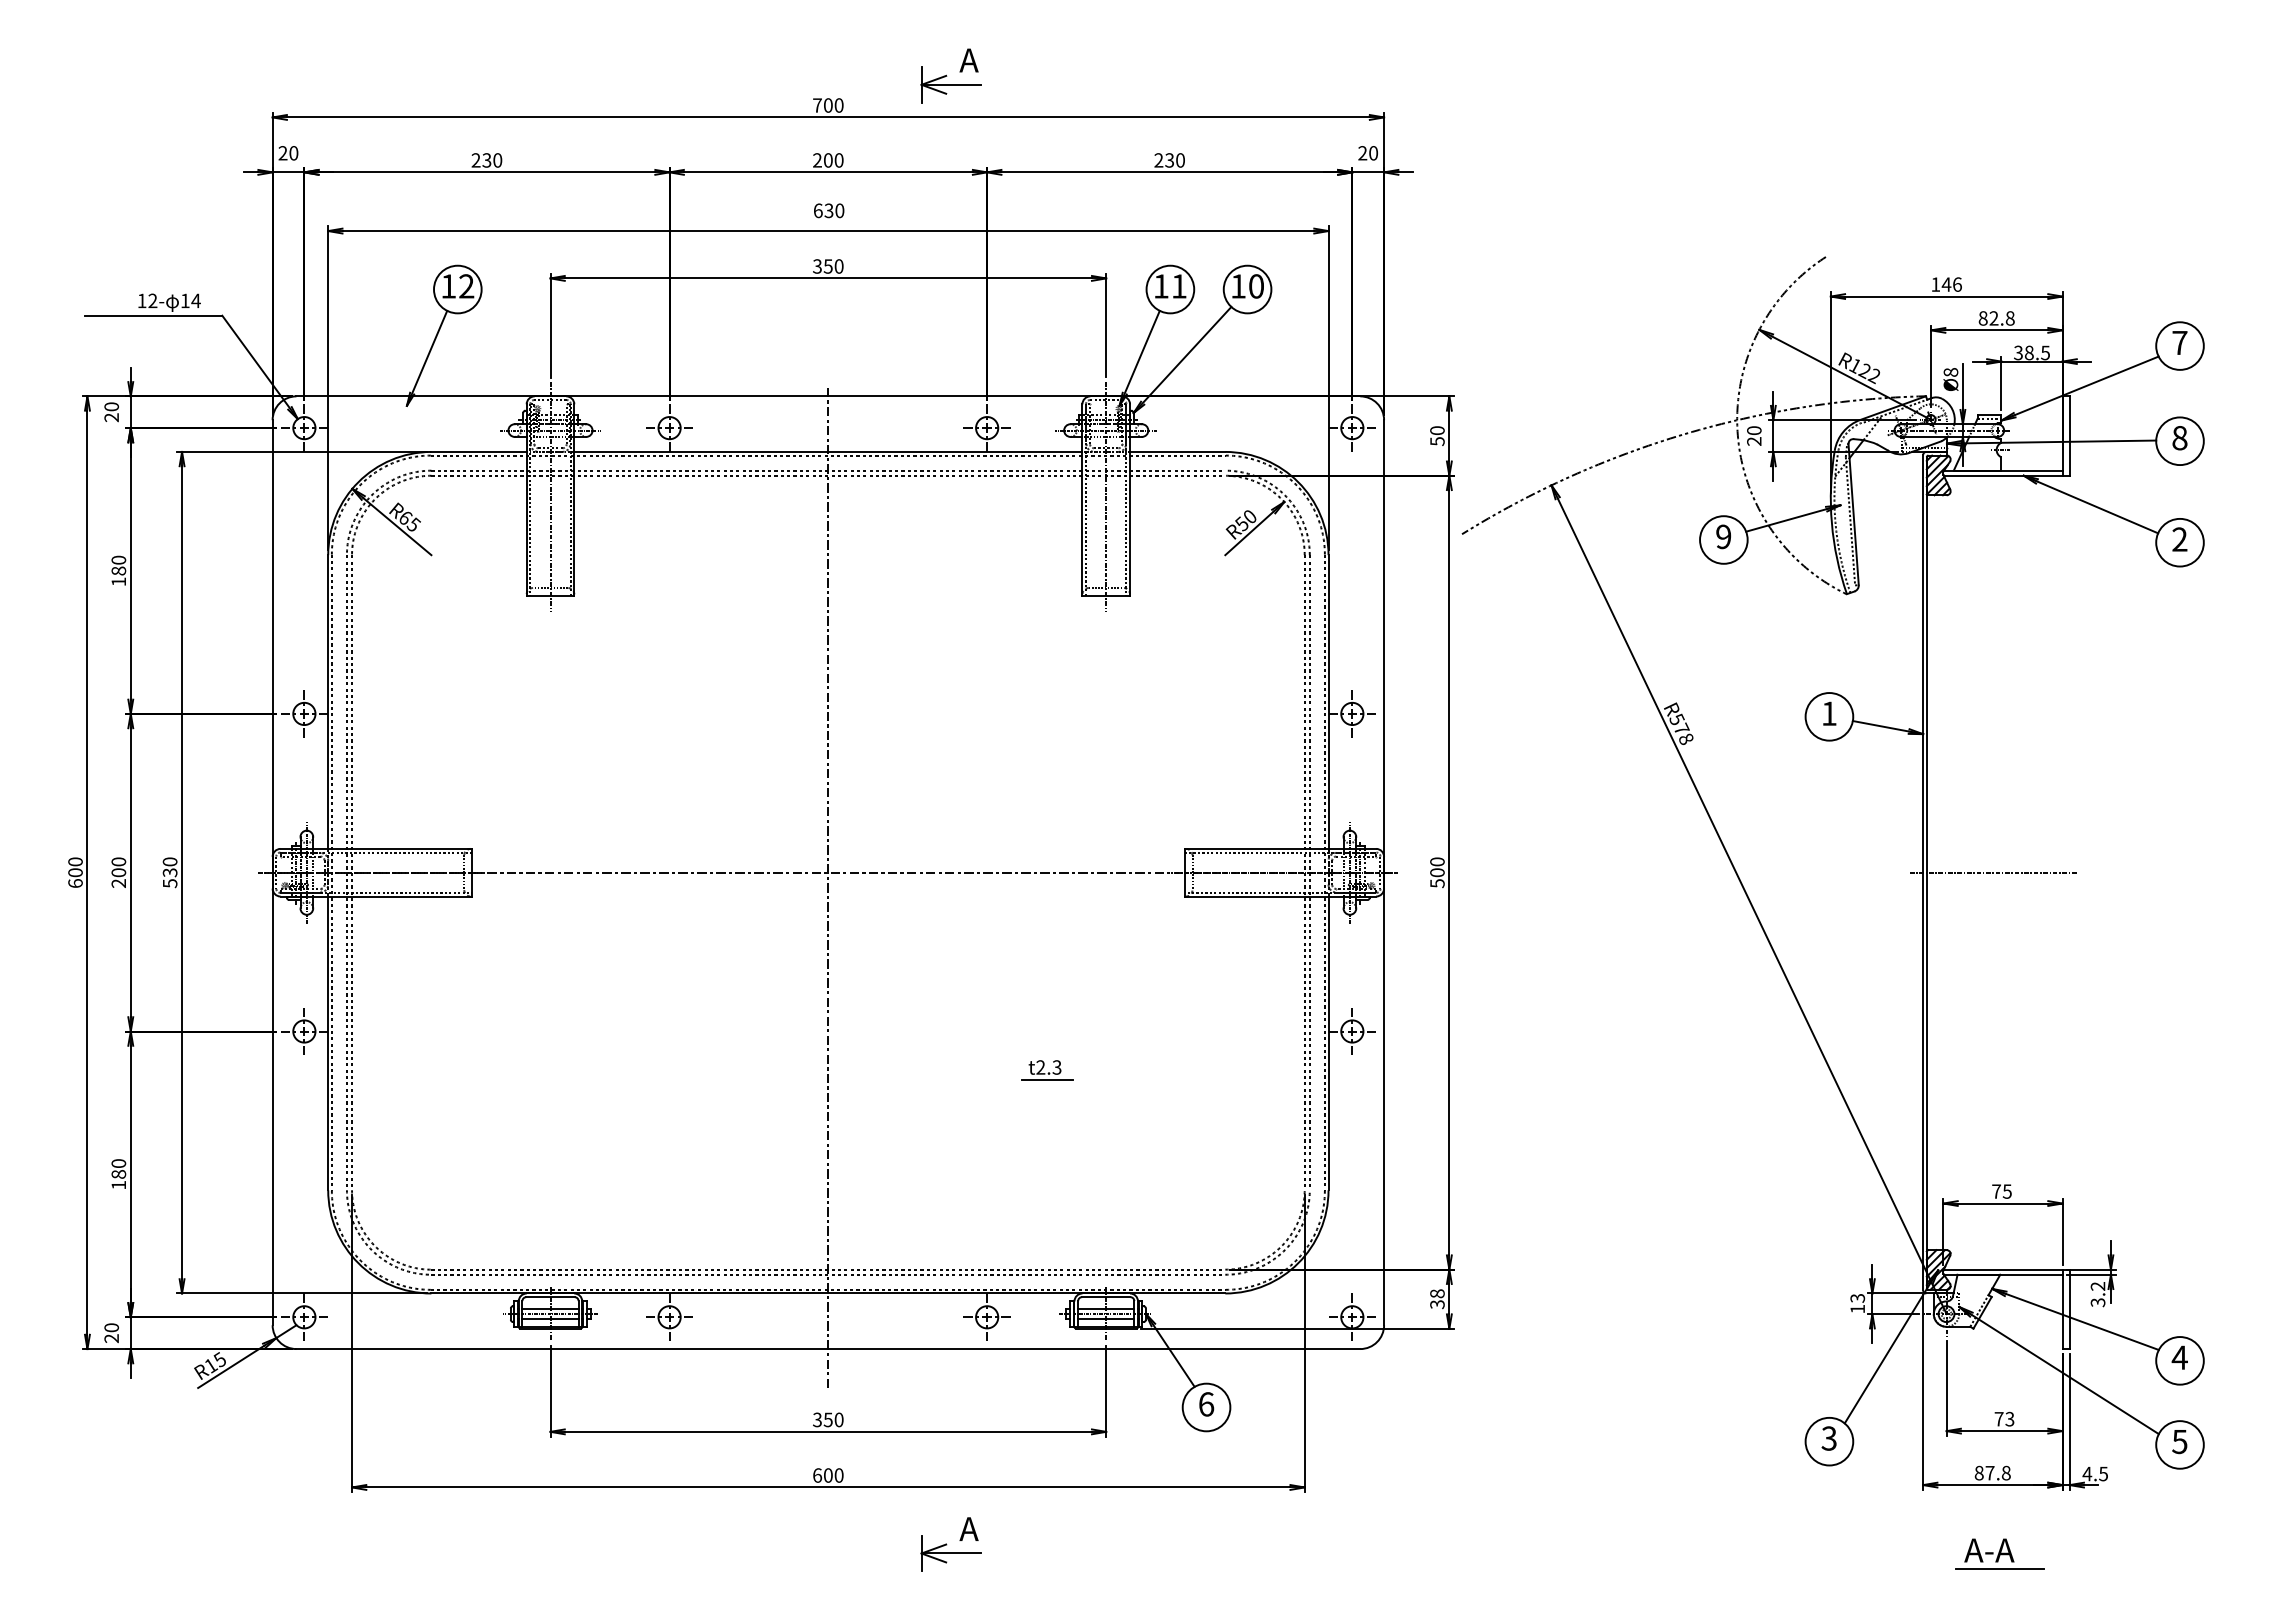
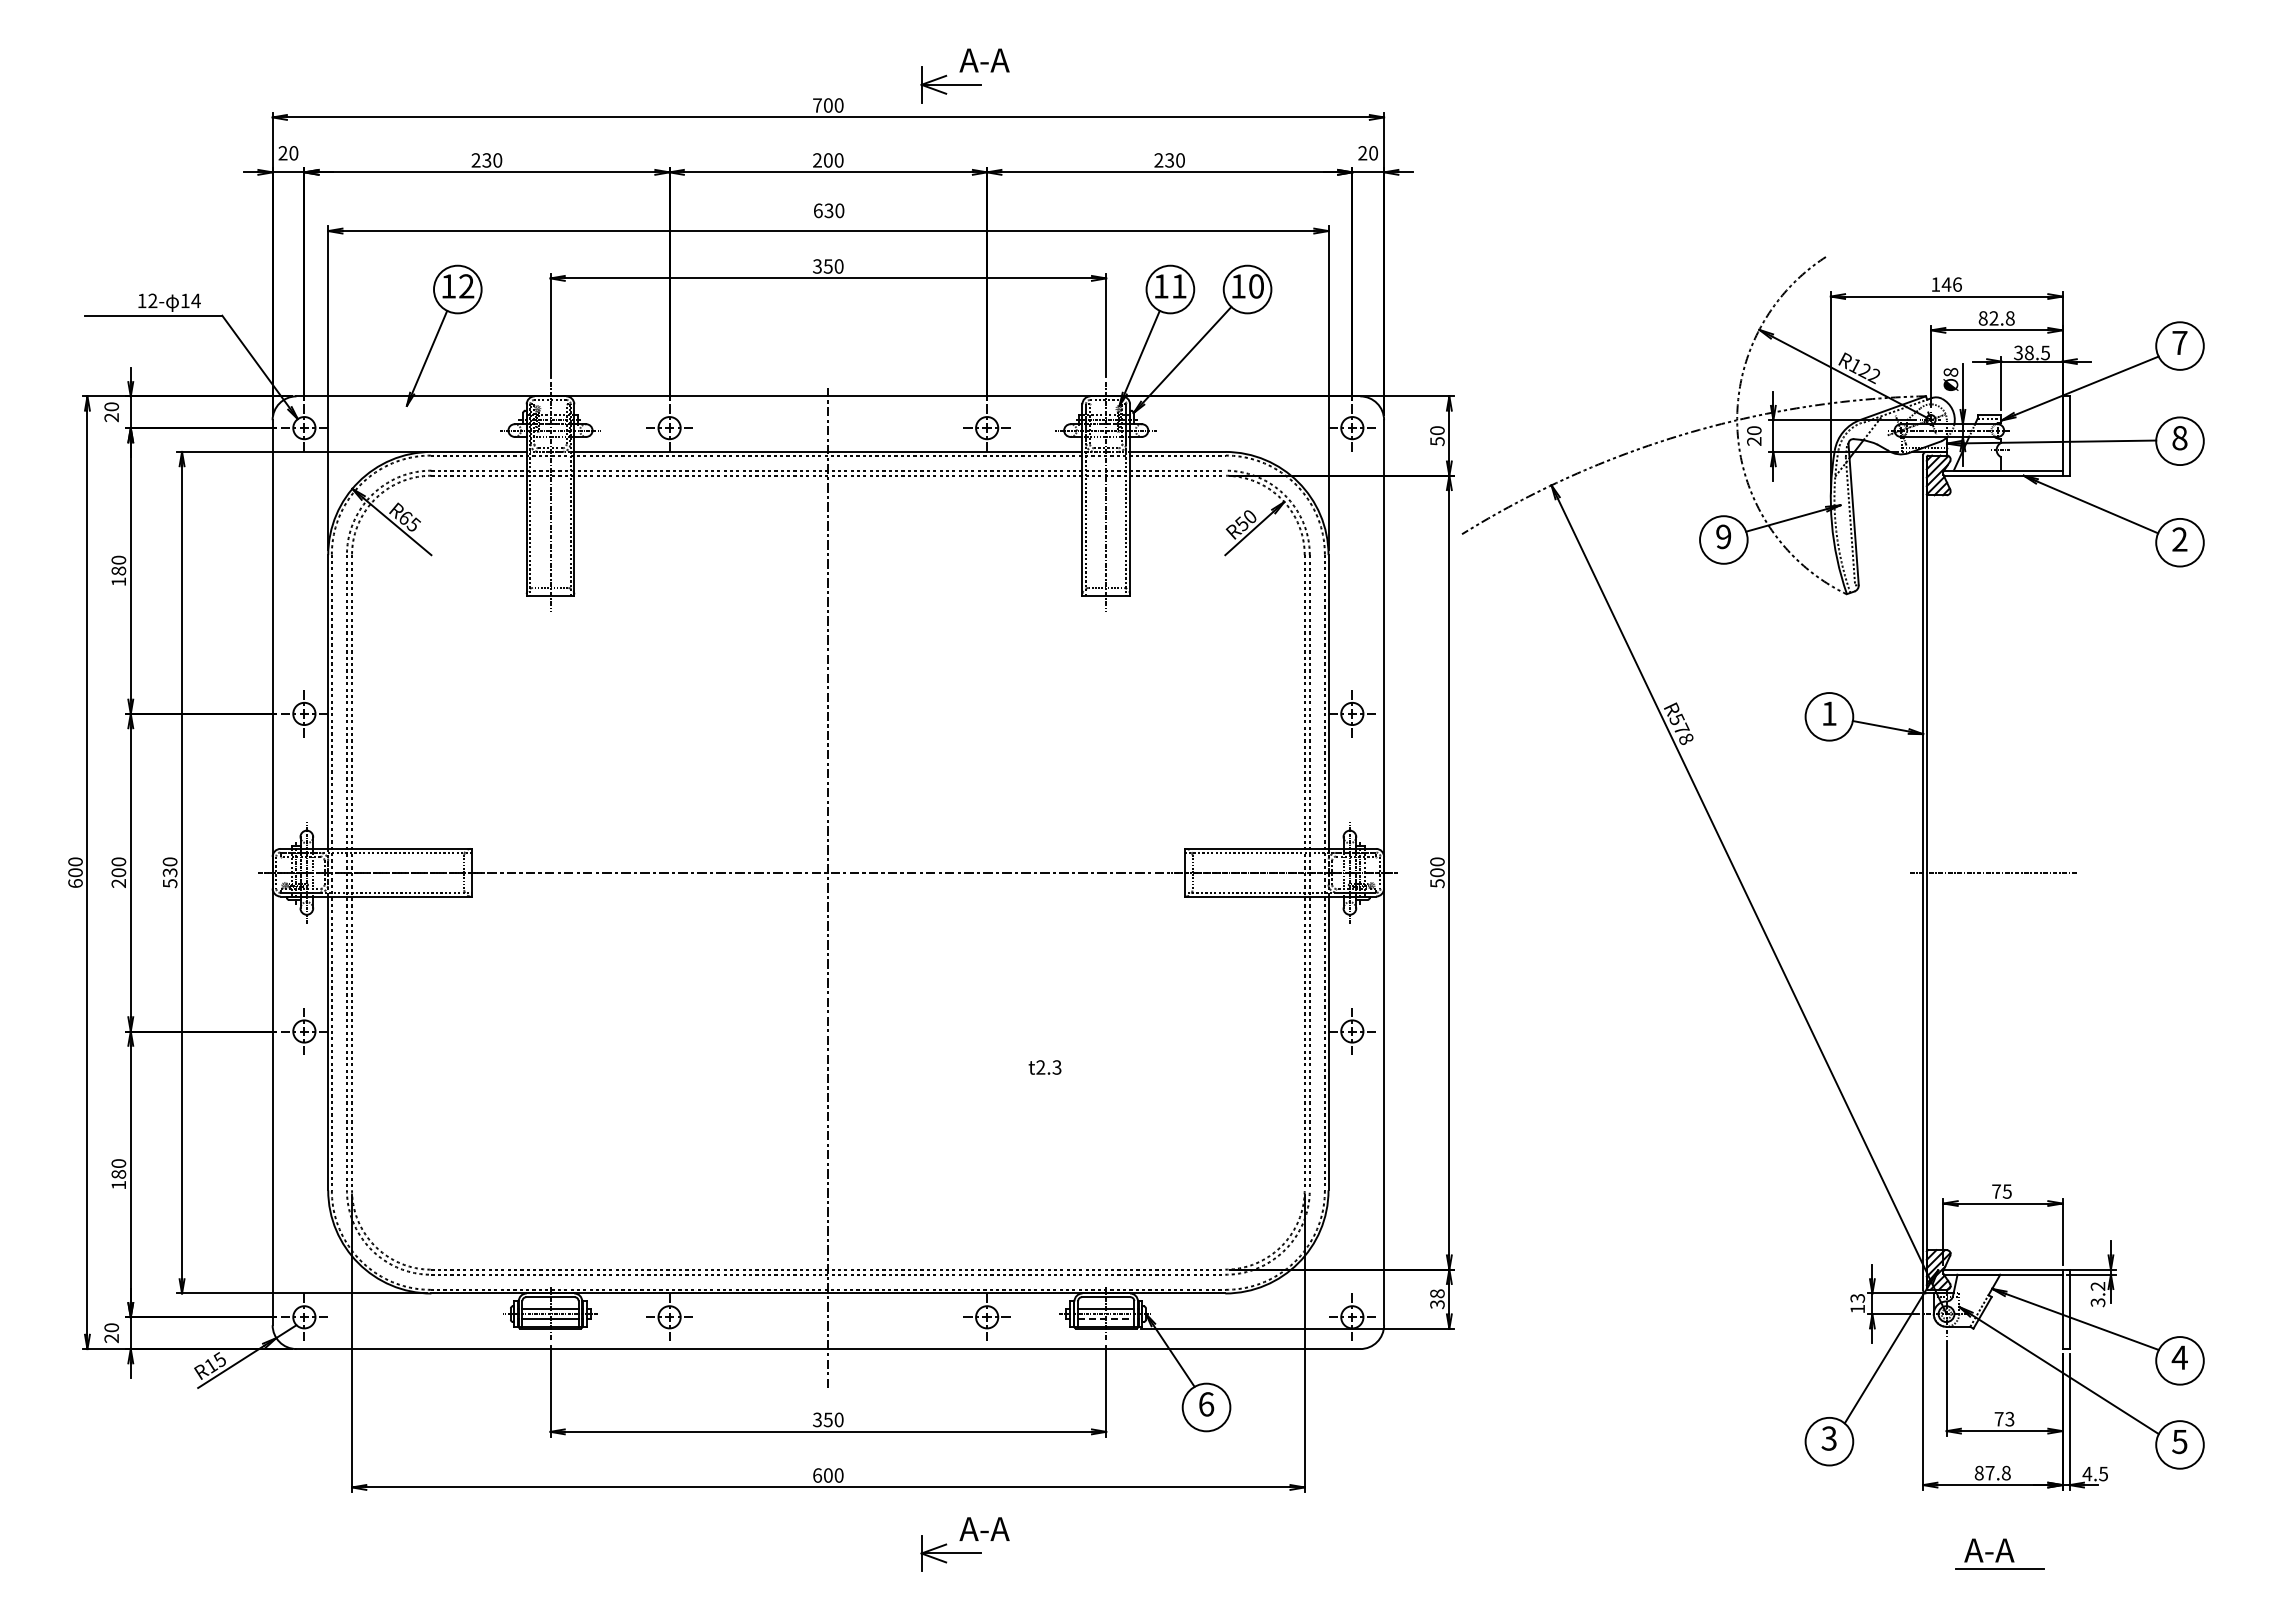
text at (994, 60): A -> A-A
line at (1047, 1080): present -> none
line at (1106, 1318): solid -> dashed
text at (994, 1529): A -> A-A
